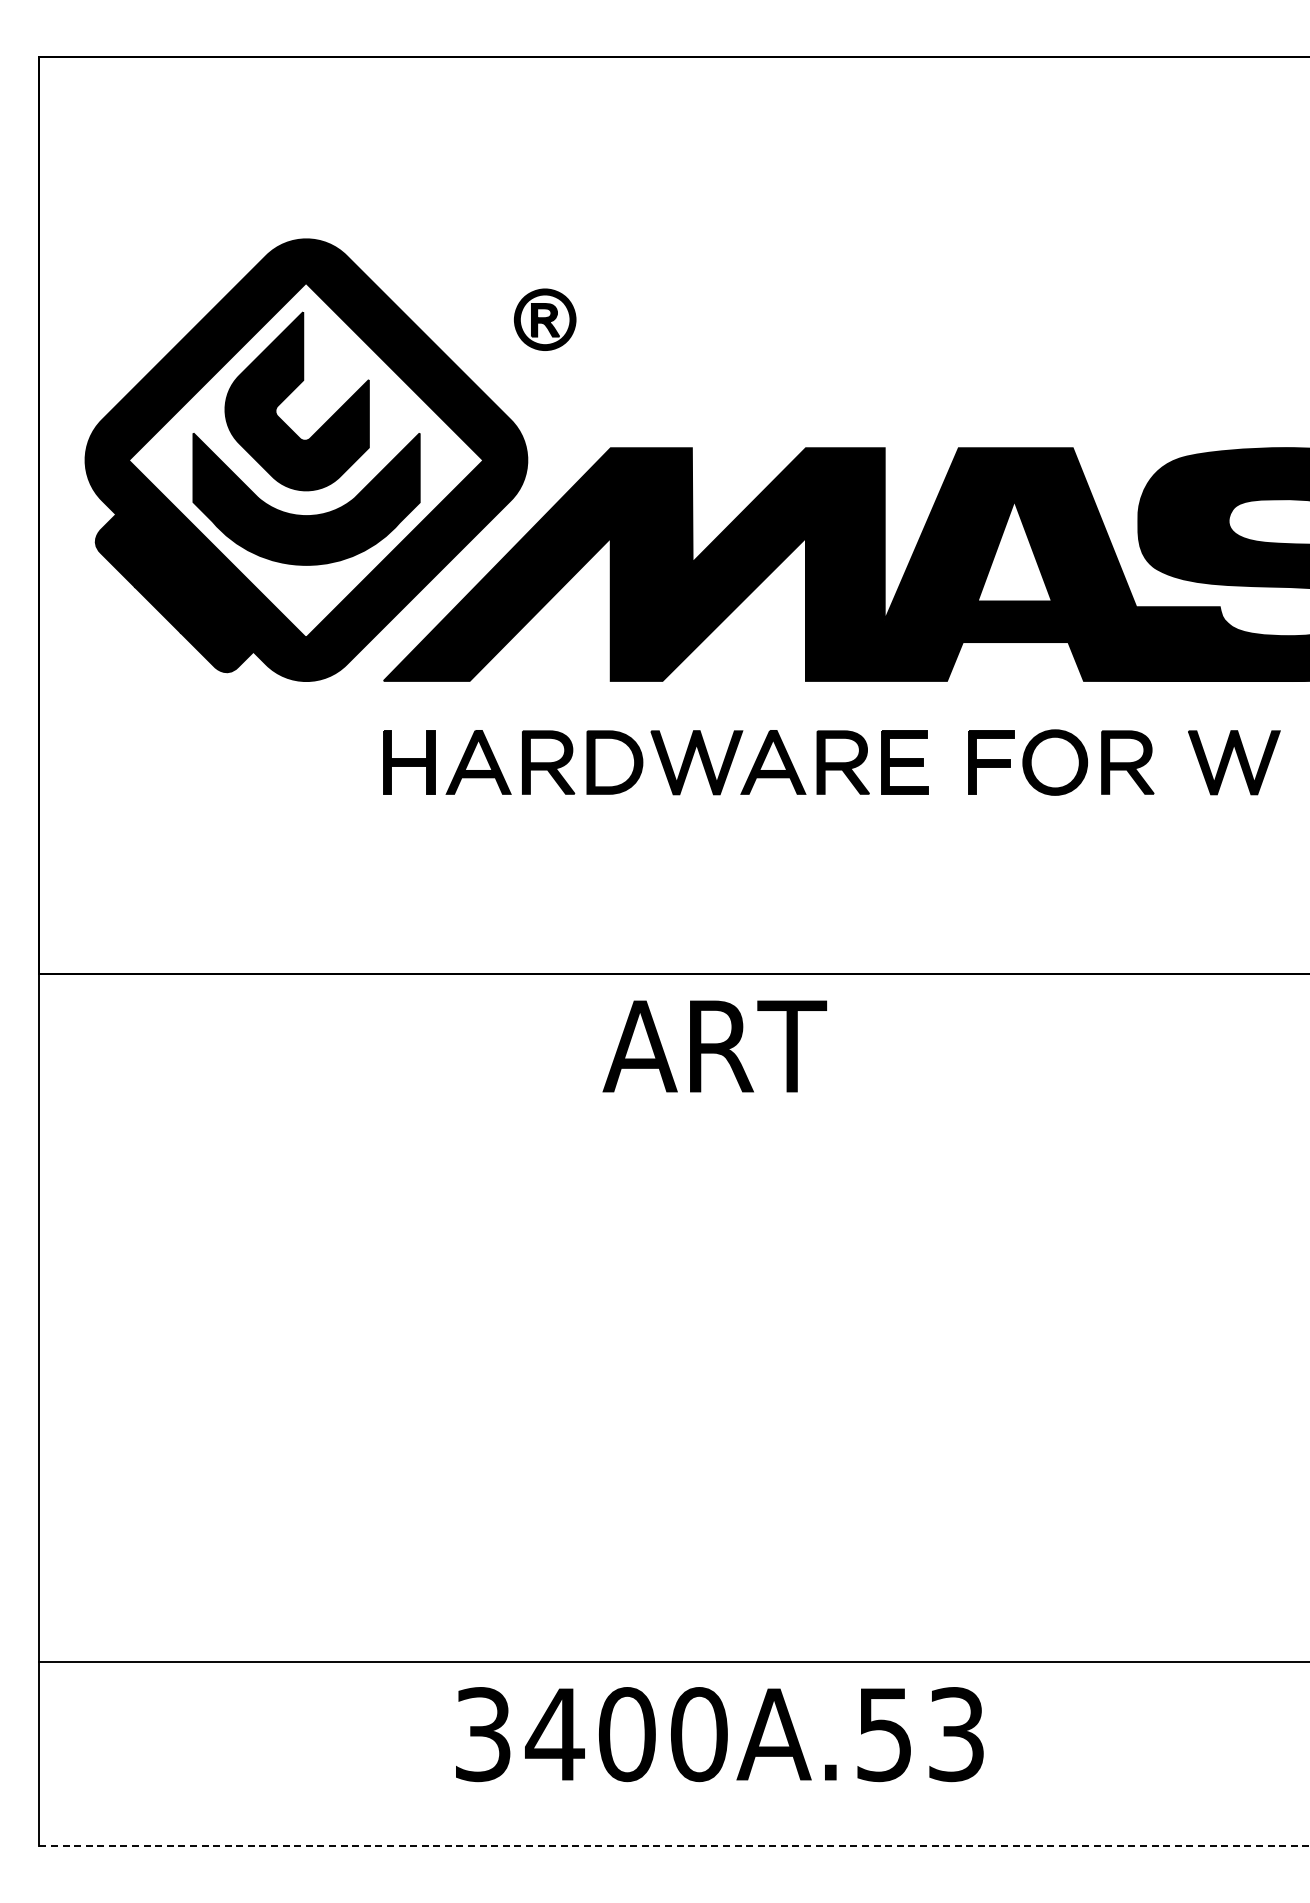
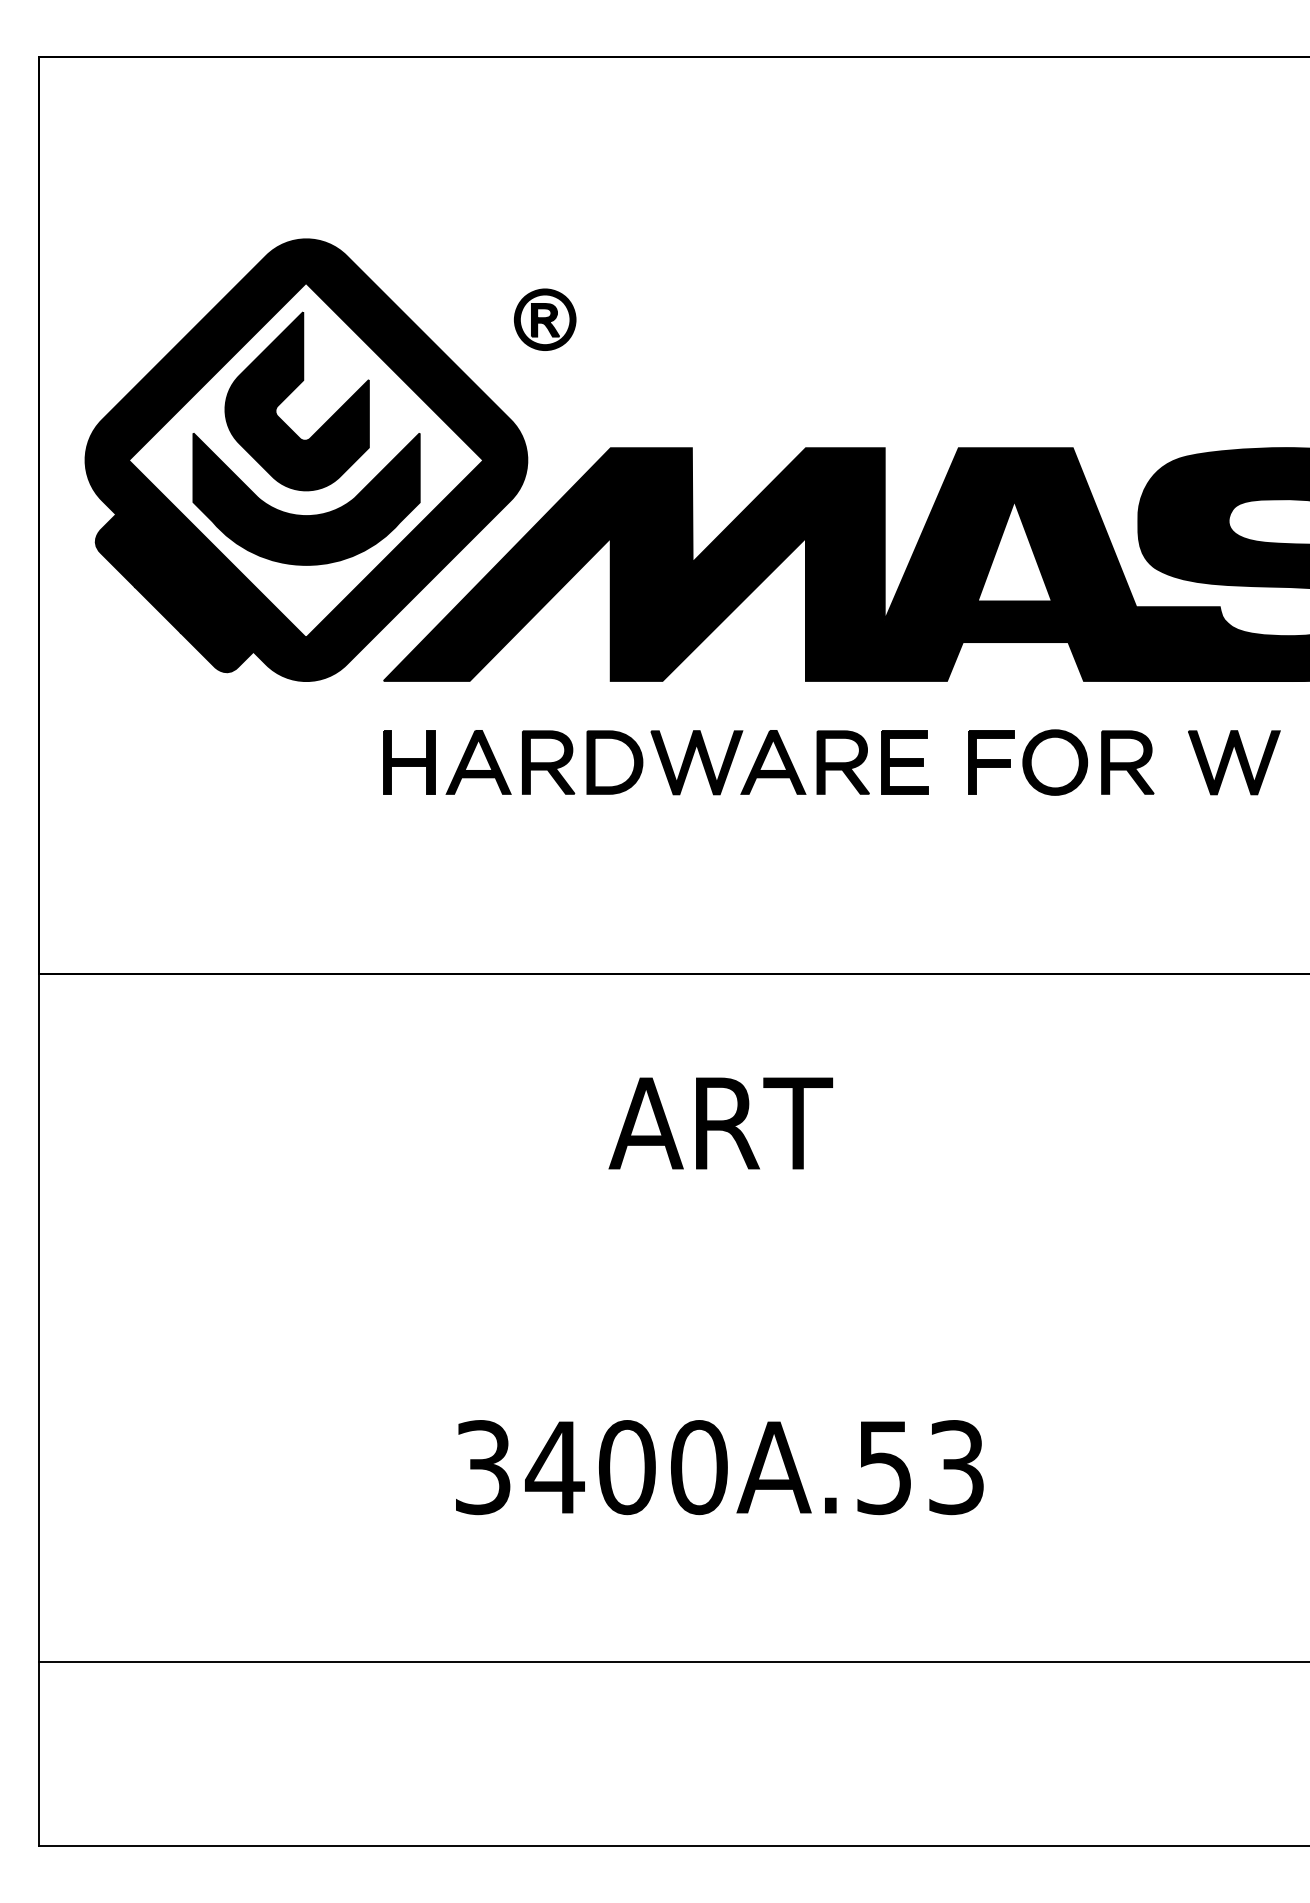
text at (714, 1046) position: (714, 1046) -> (720, 1123)
text at (719, 1734) position: (719, 1734) -> (719, 1467)
line at (674, 1845): dashed -> solid
